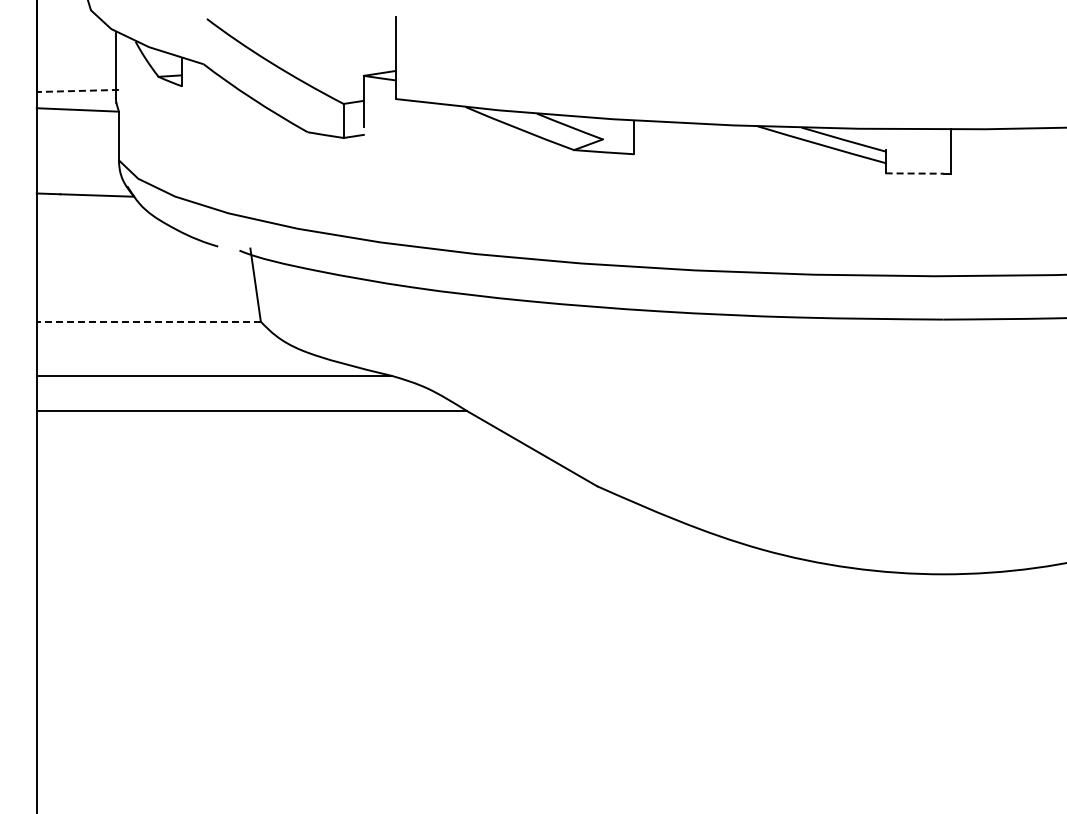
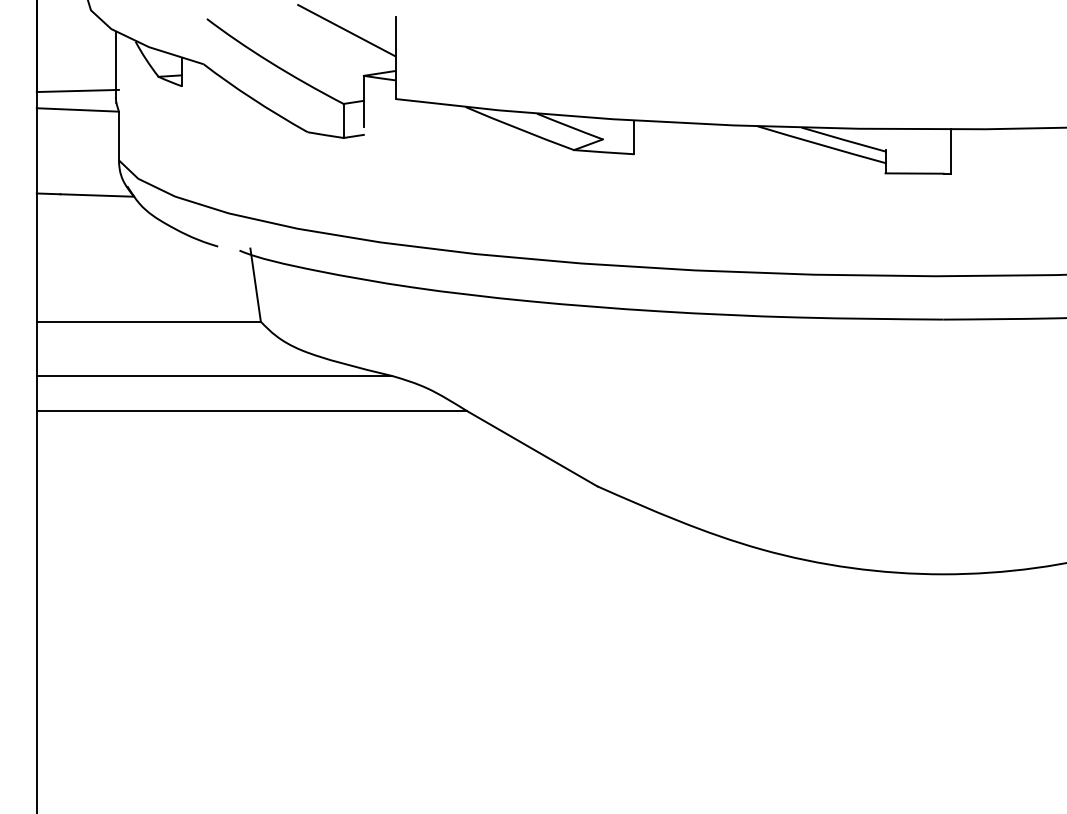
line at (346, 30): none -> present
line at (77, 91): dashed -> solid
line at (915, 173): dashed -> solid
line at (148, 321): dashed -> solid
